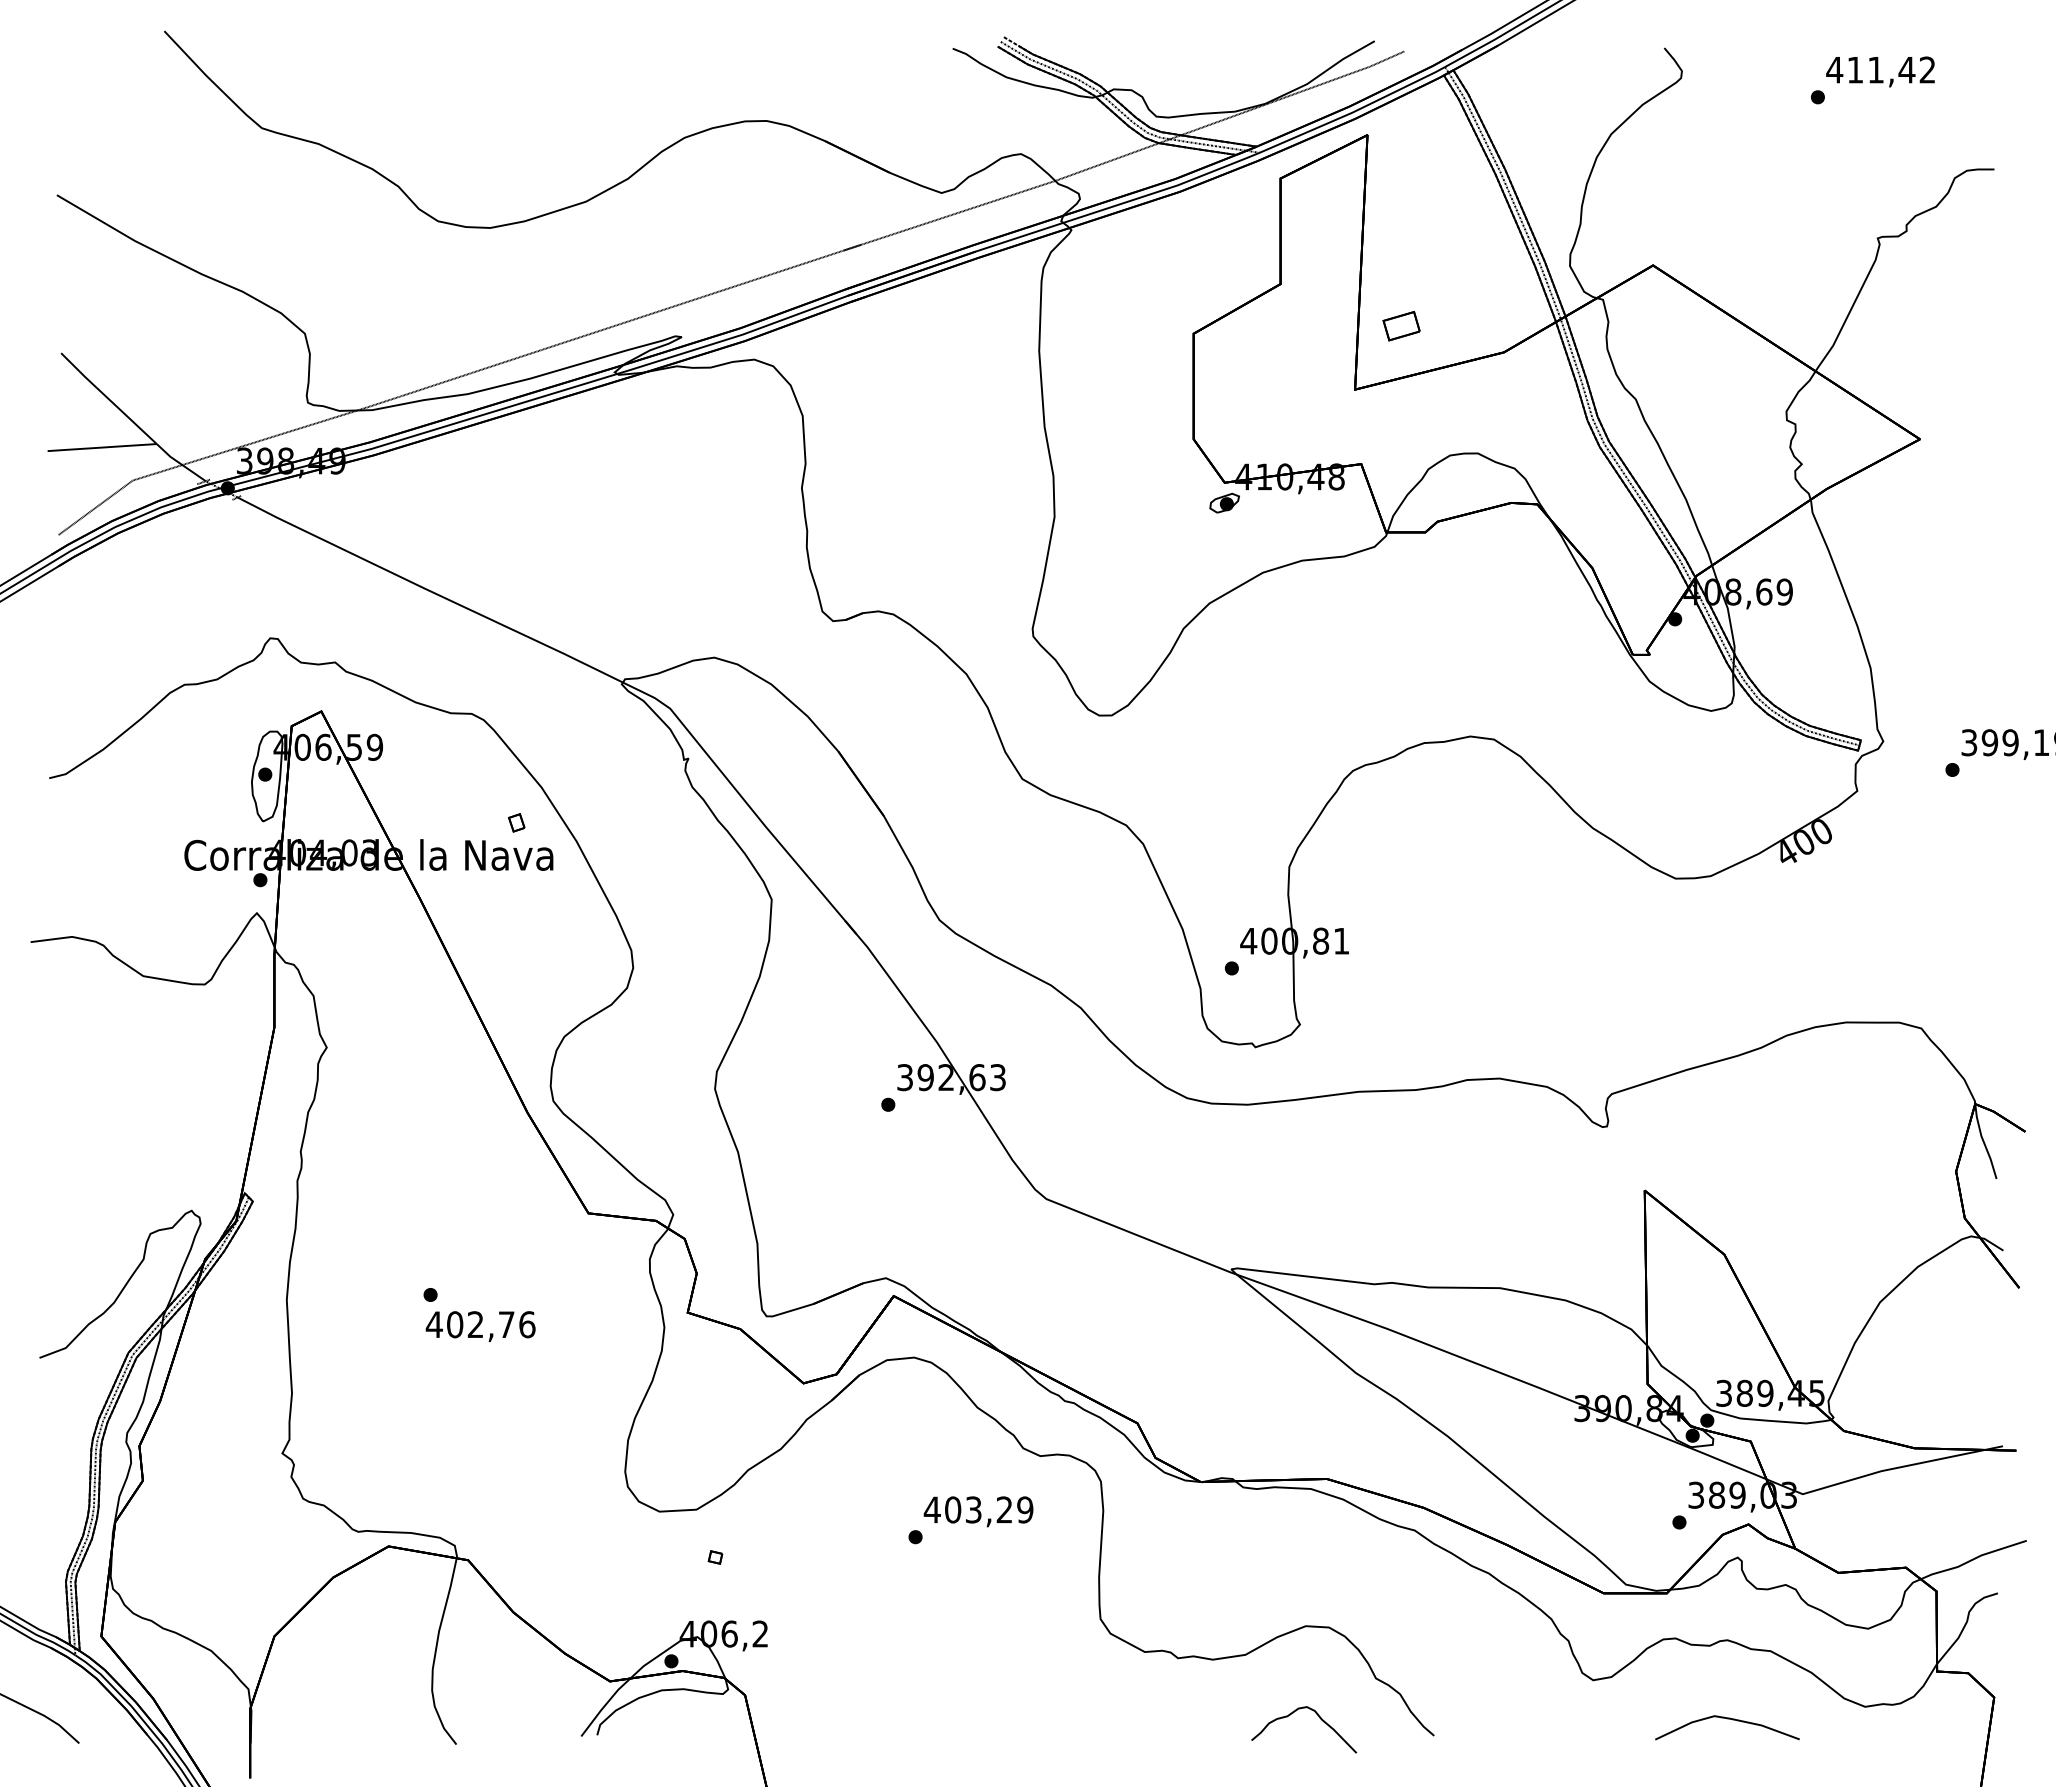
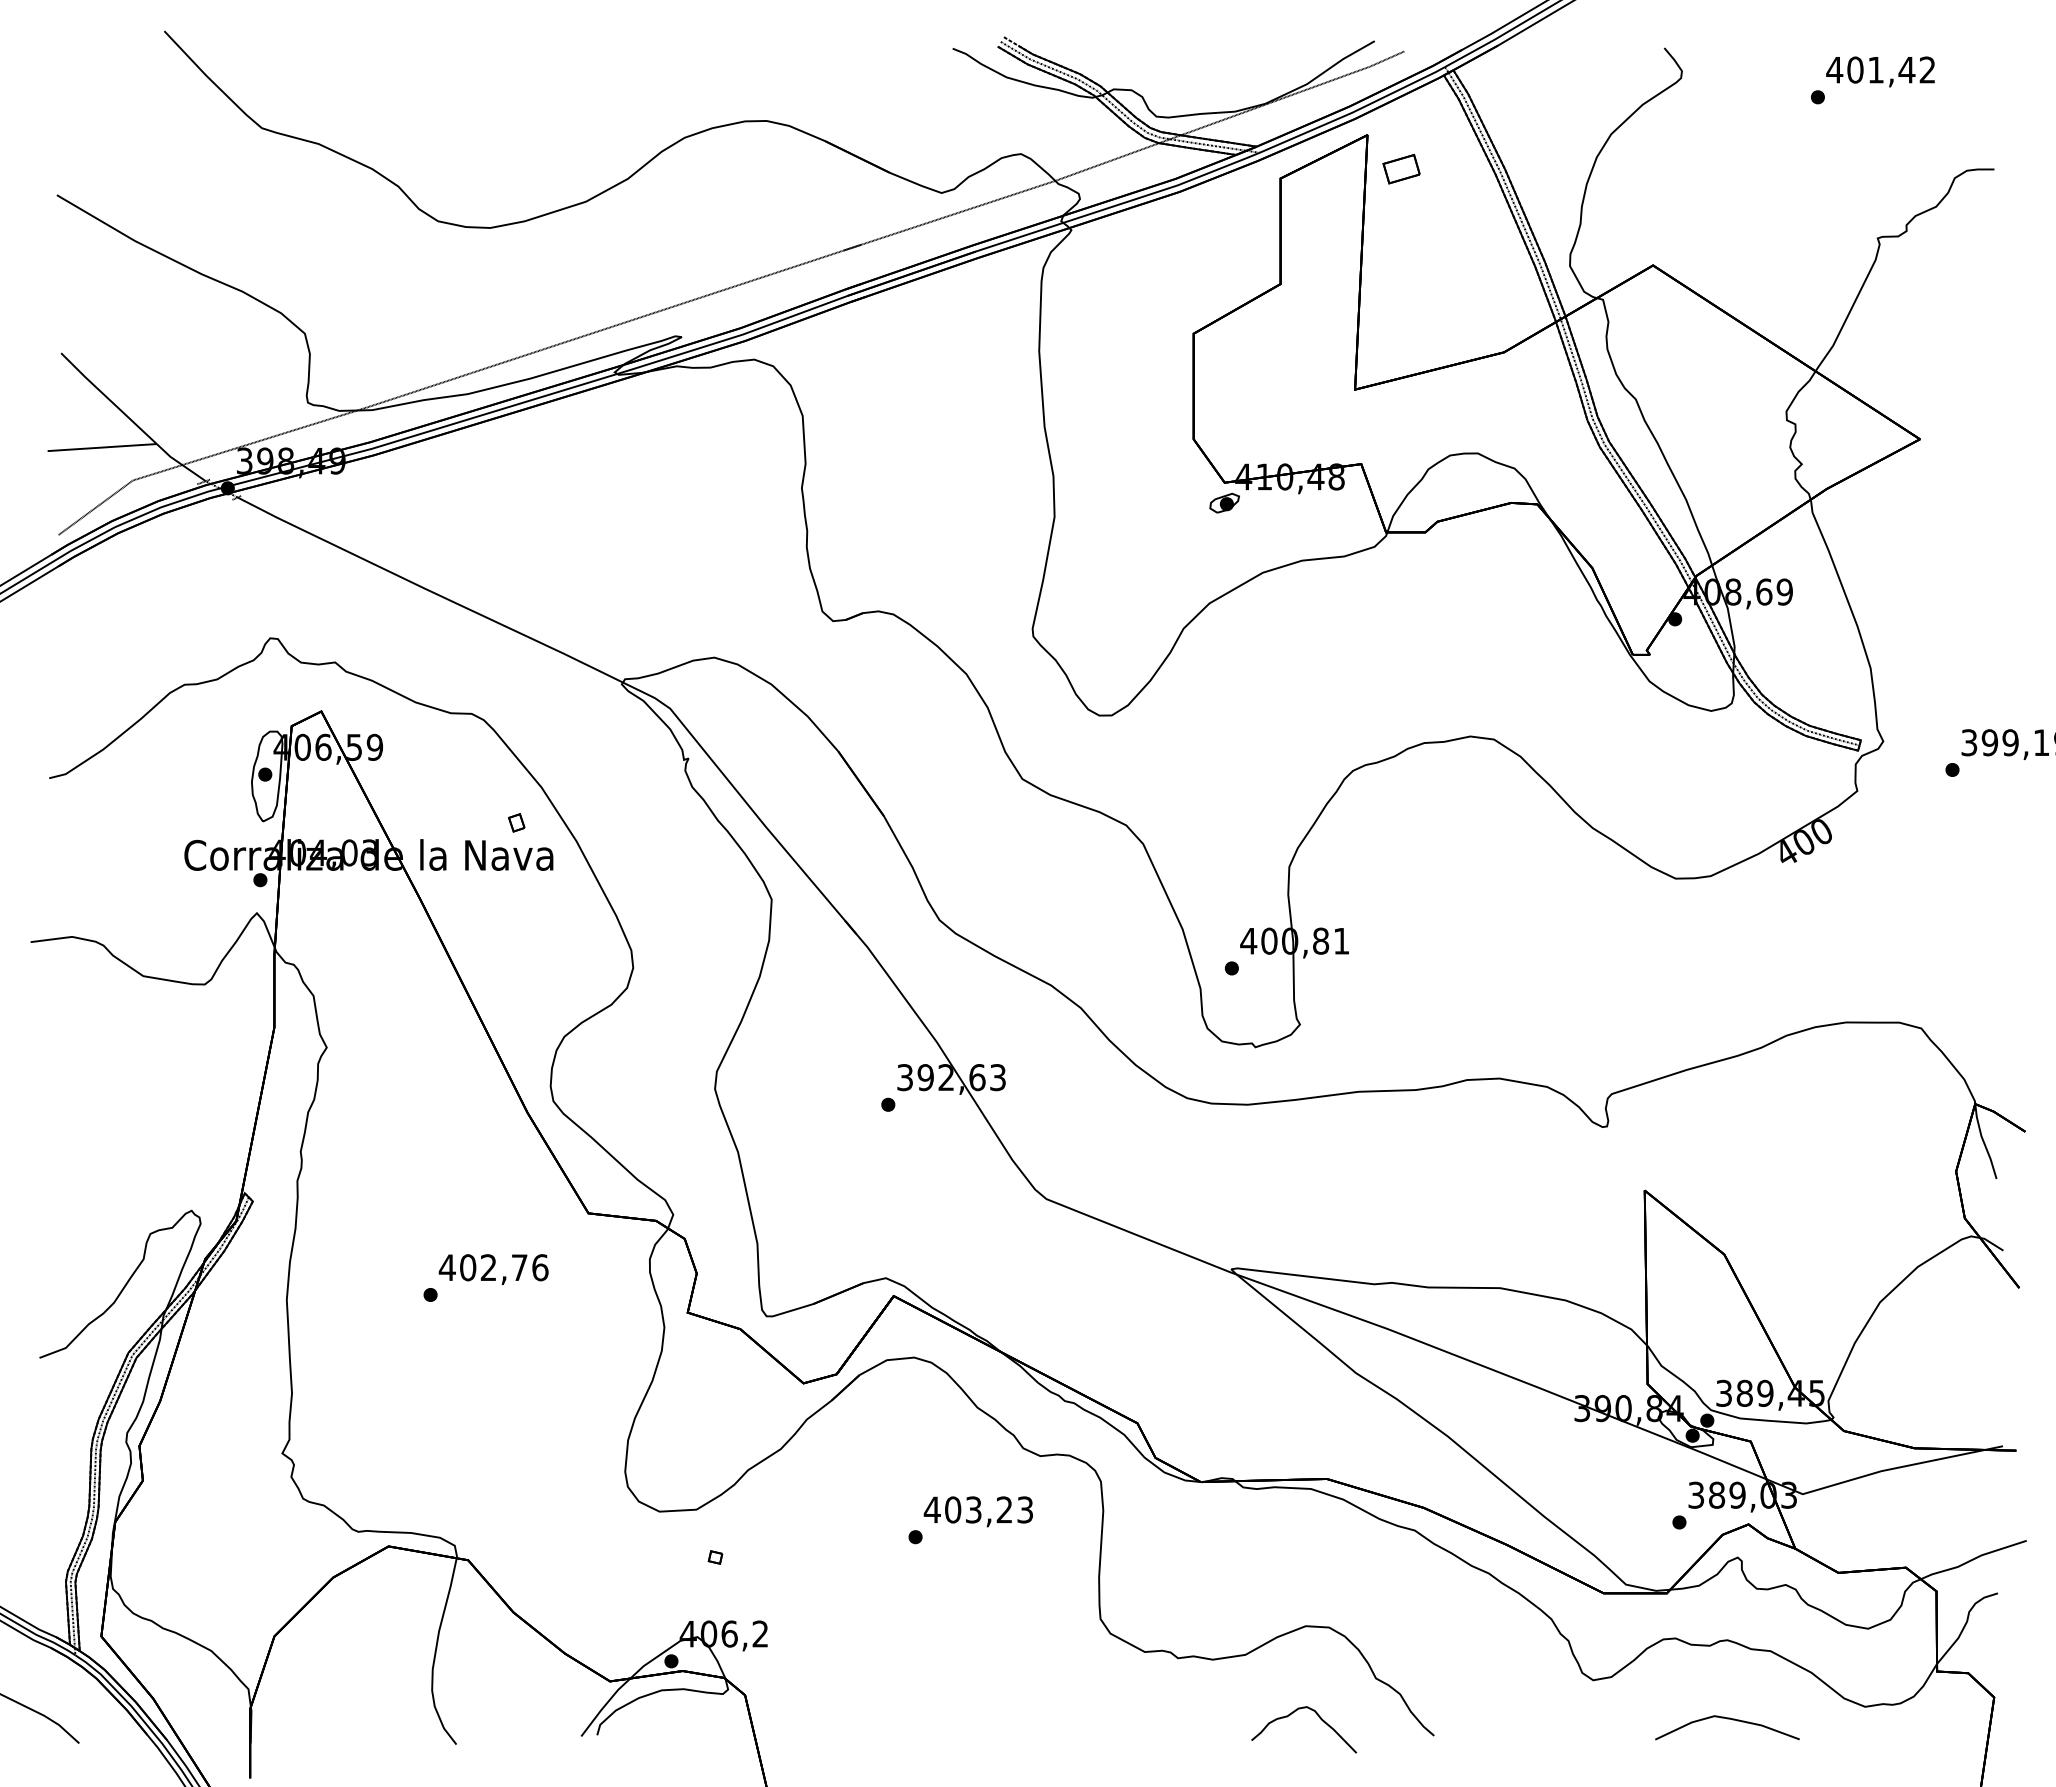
text at (1855, 69): 411,42 -> 401,42
part at (1401, 325) position: (1401, 325) -> (1401, 168)
text at (480, 1326) position: (480, 1326) -> (493, 1269)
text at (1025, 1509): 403,29 -> 403,23
